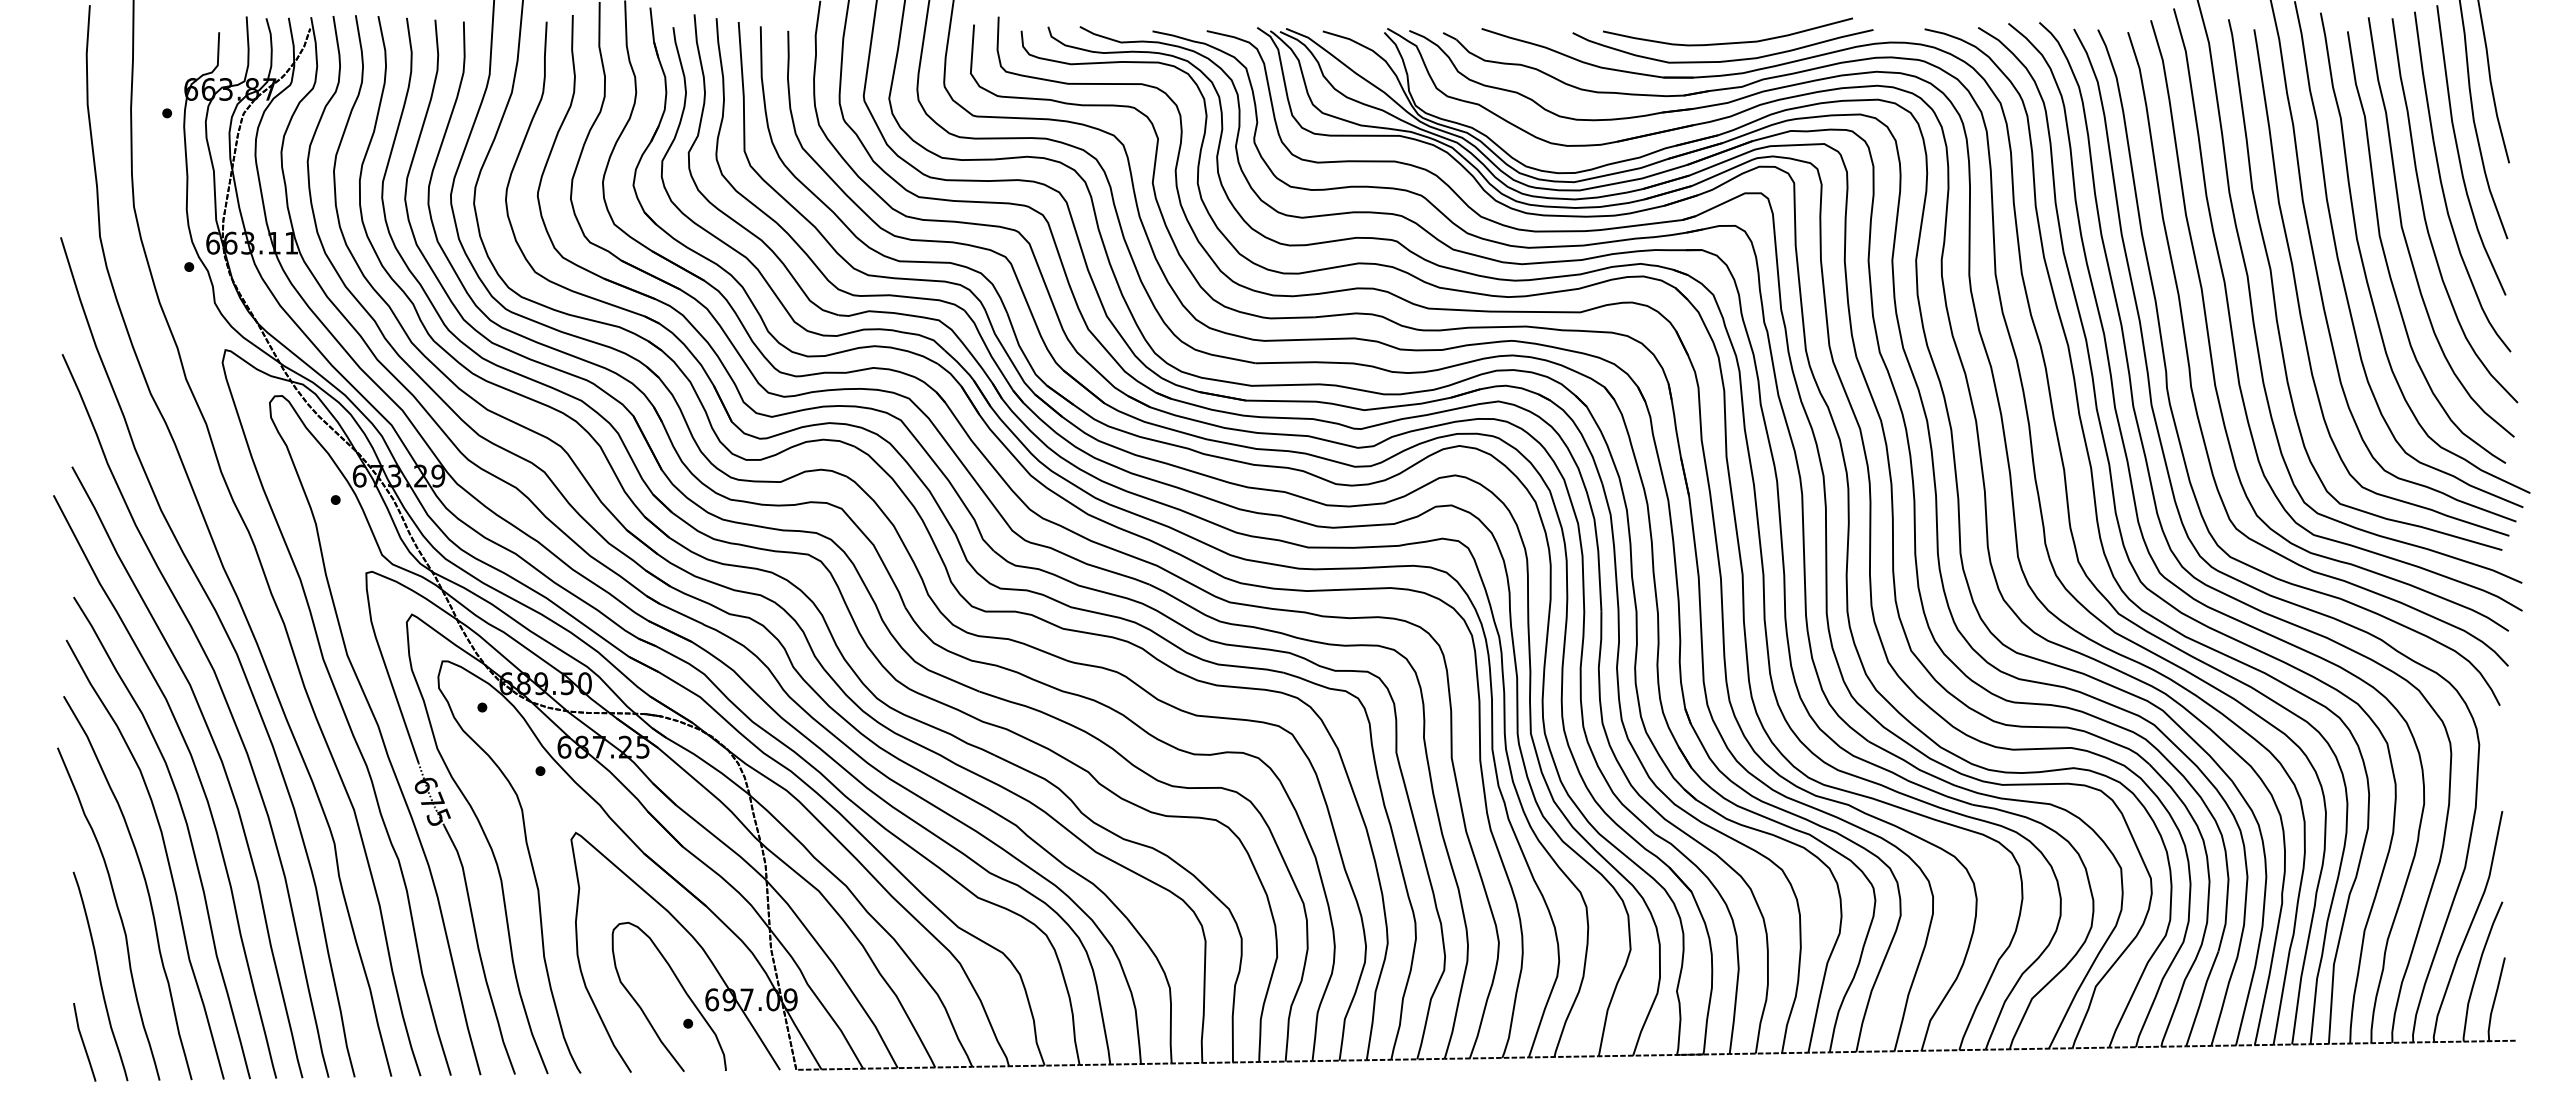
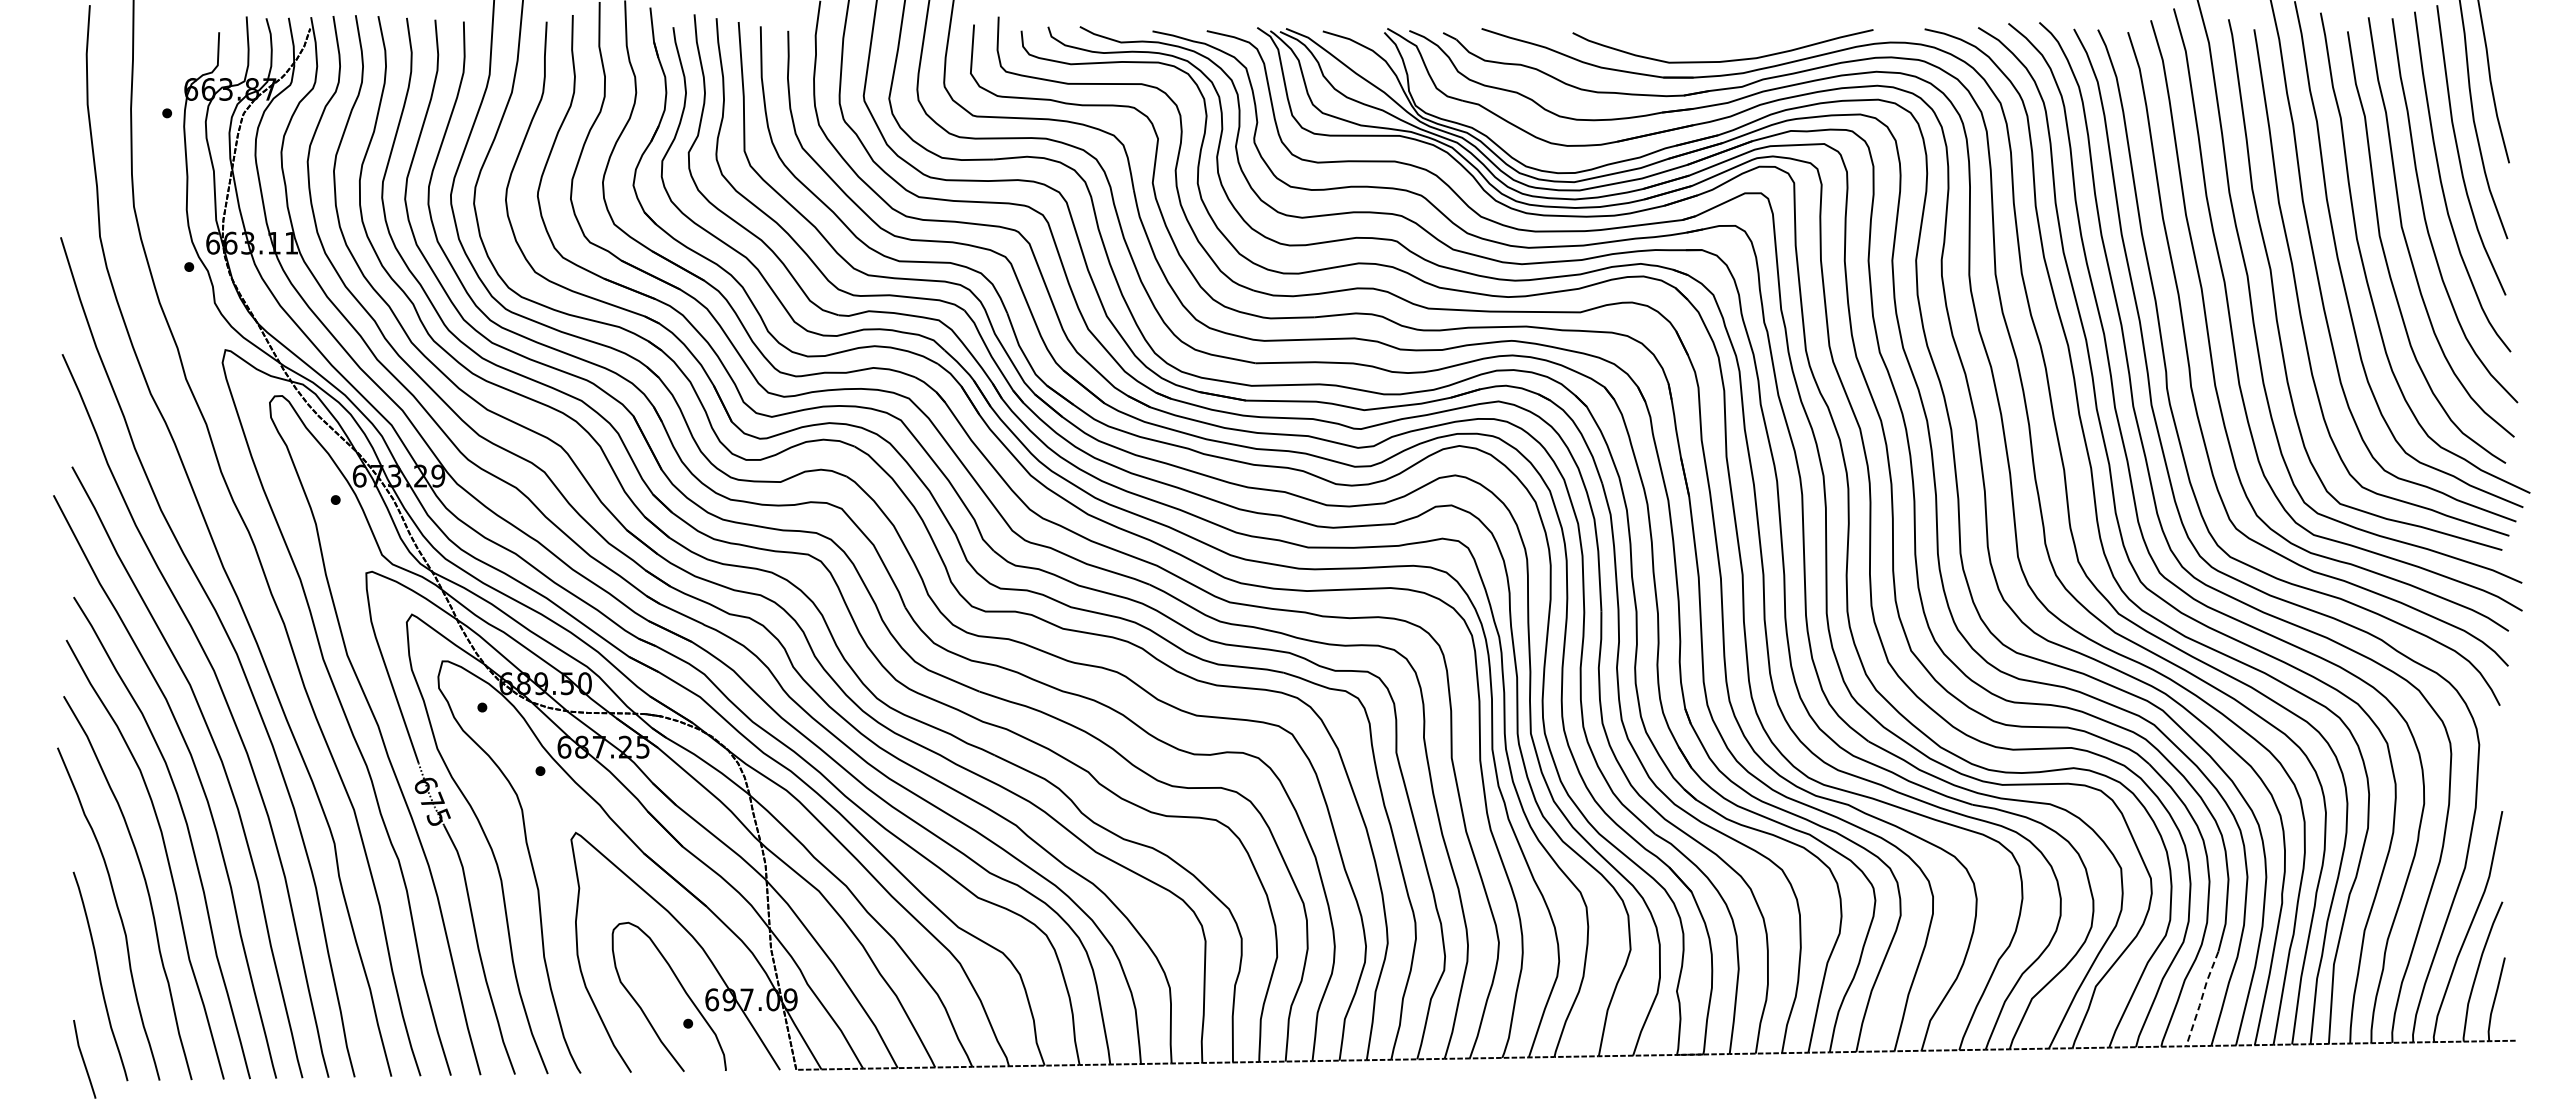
curve at (1727, 42): present -> none
line at (2201, 999): solid -> dashed
line at (84, 1042) position: (84, 1042) -> (84, 1059)
